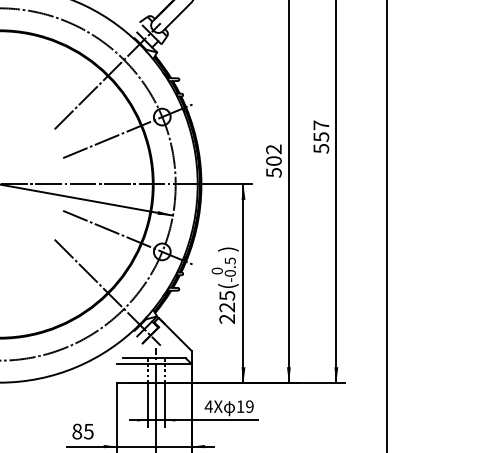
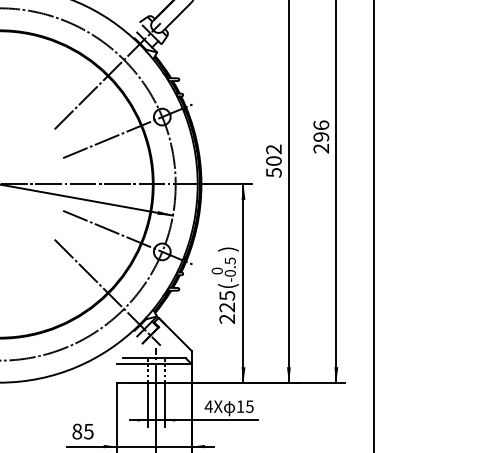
text at (321, 136): 557 -> 296
line at (387, 225) position: (387, 225) -> (374, 225)
text at (249, 406): 19 -> 15
